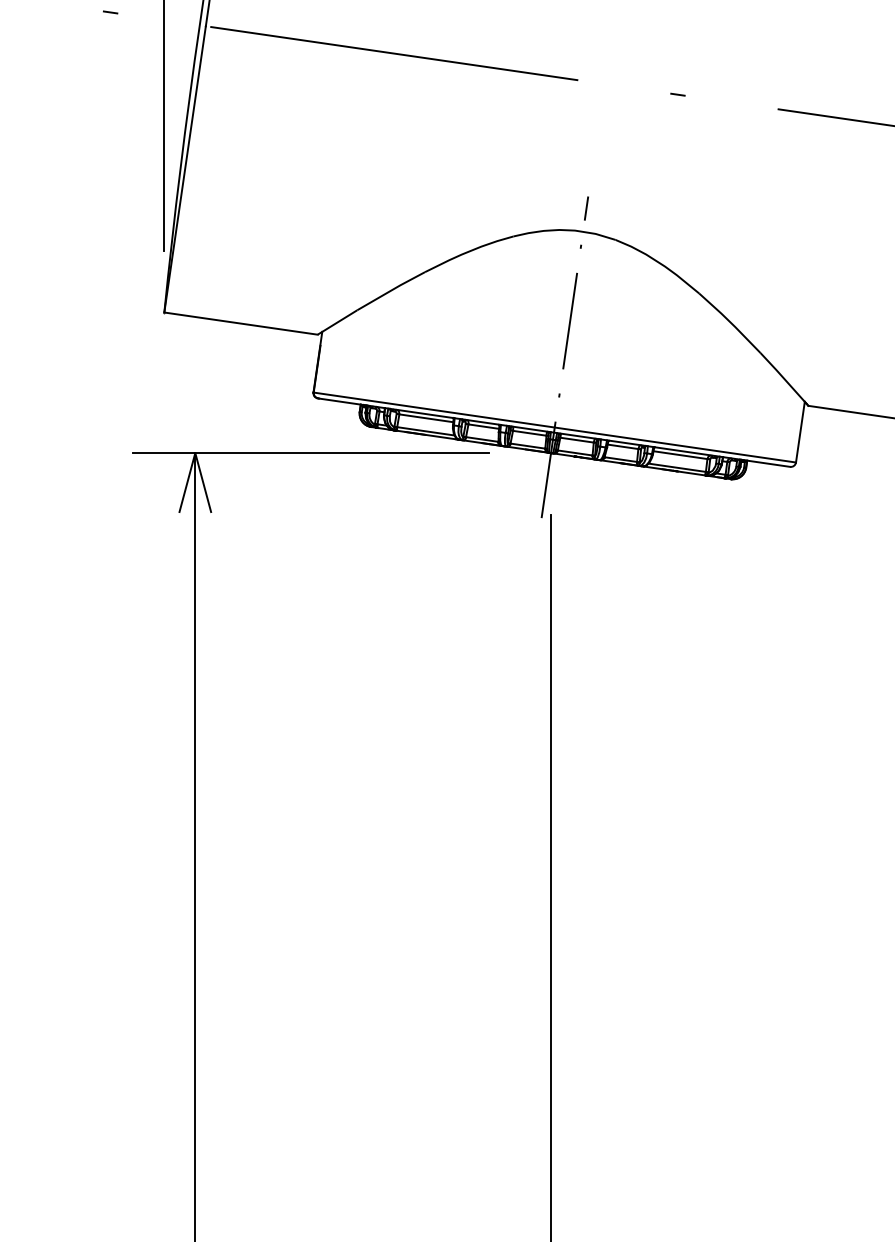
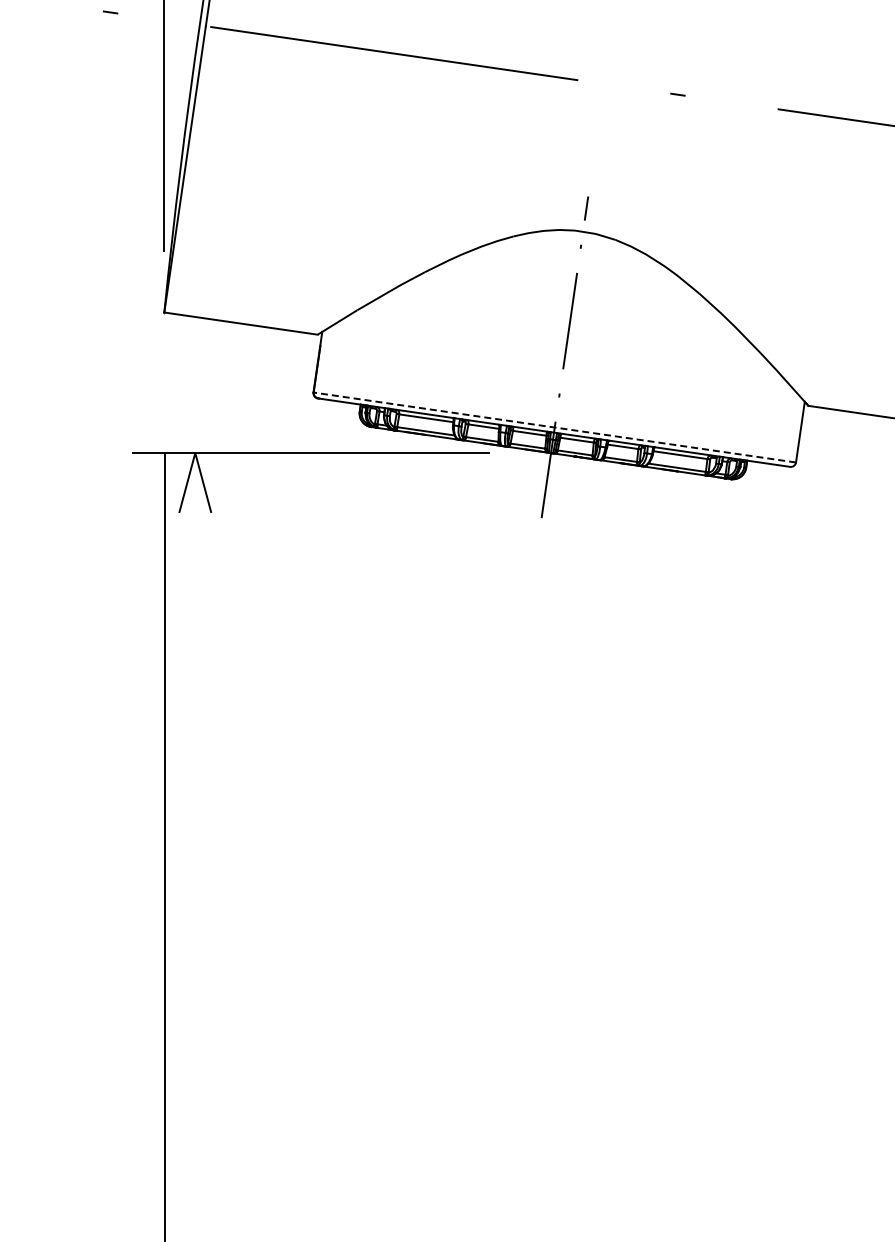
line at (554, 427): solid -> dashed
line at (195, 845) position: (195, 845) -> (165, 845)
line at (551, 876): present -> none
